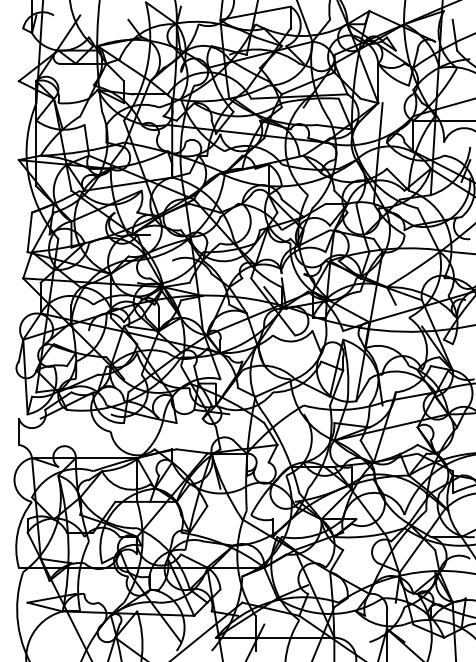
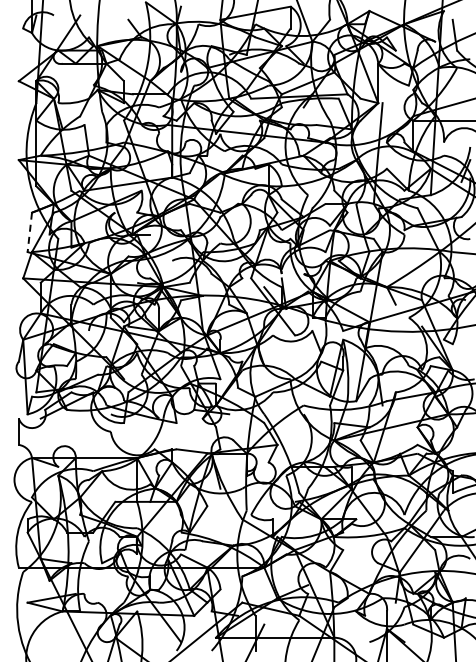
line at (29, 232): solid -> dashed
